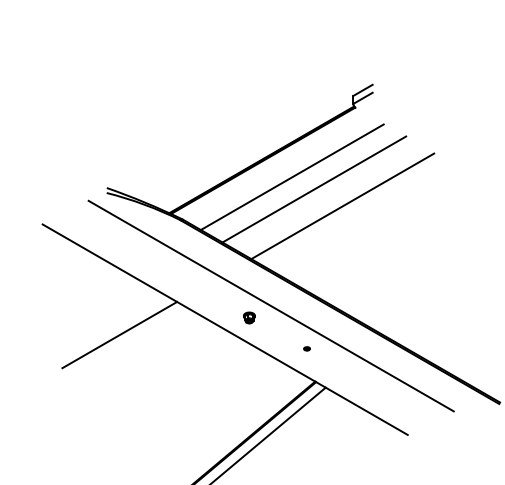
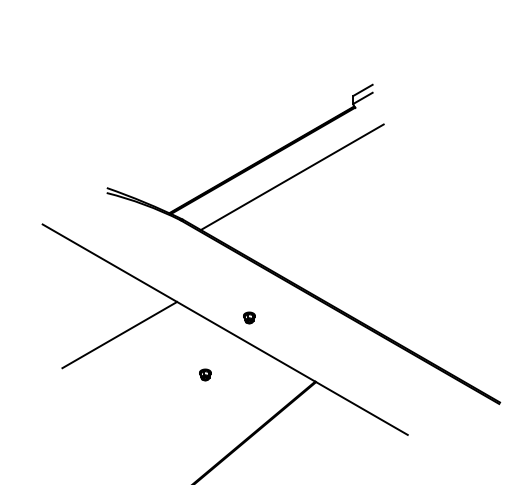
line at (314, 189): present -> none
line at (342, 206): present -> none
line at (270, 305): present -> none
part at (306, 348): present -> none
part at (205, 374): none -> present
line at (269, 434): present -> none
